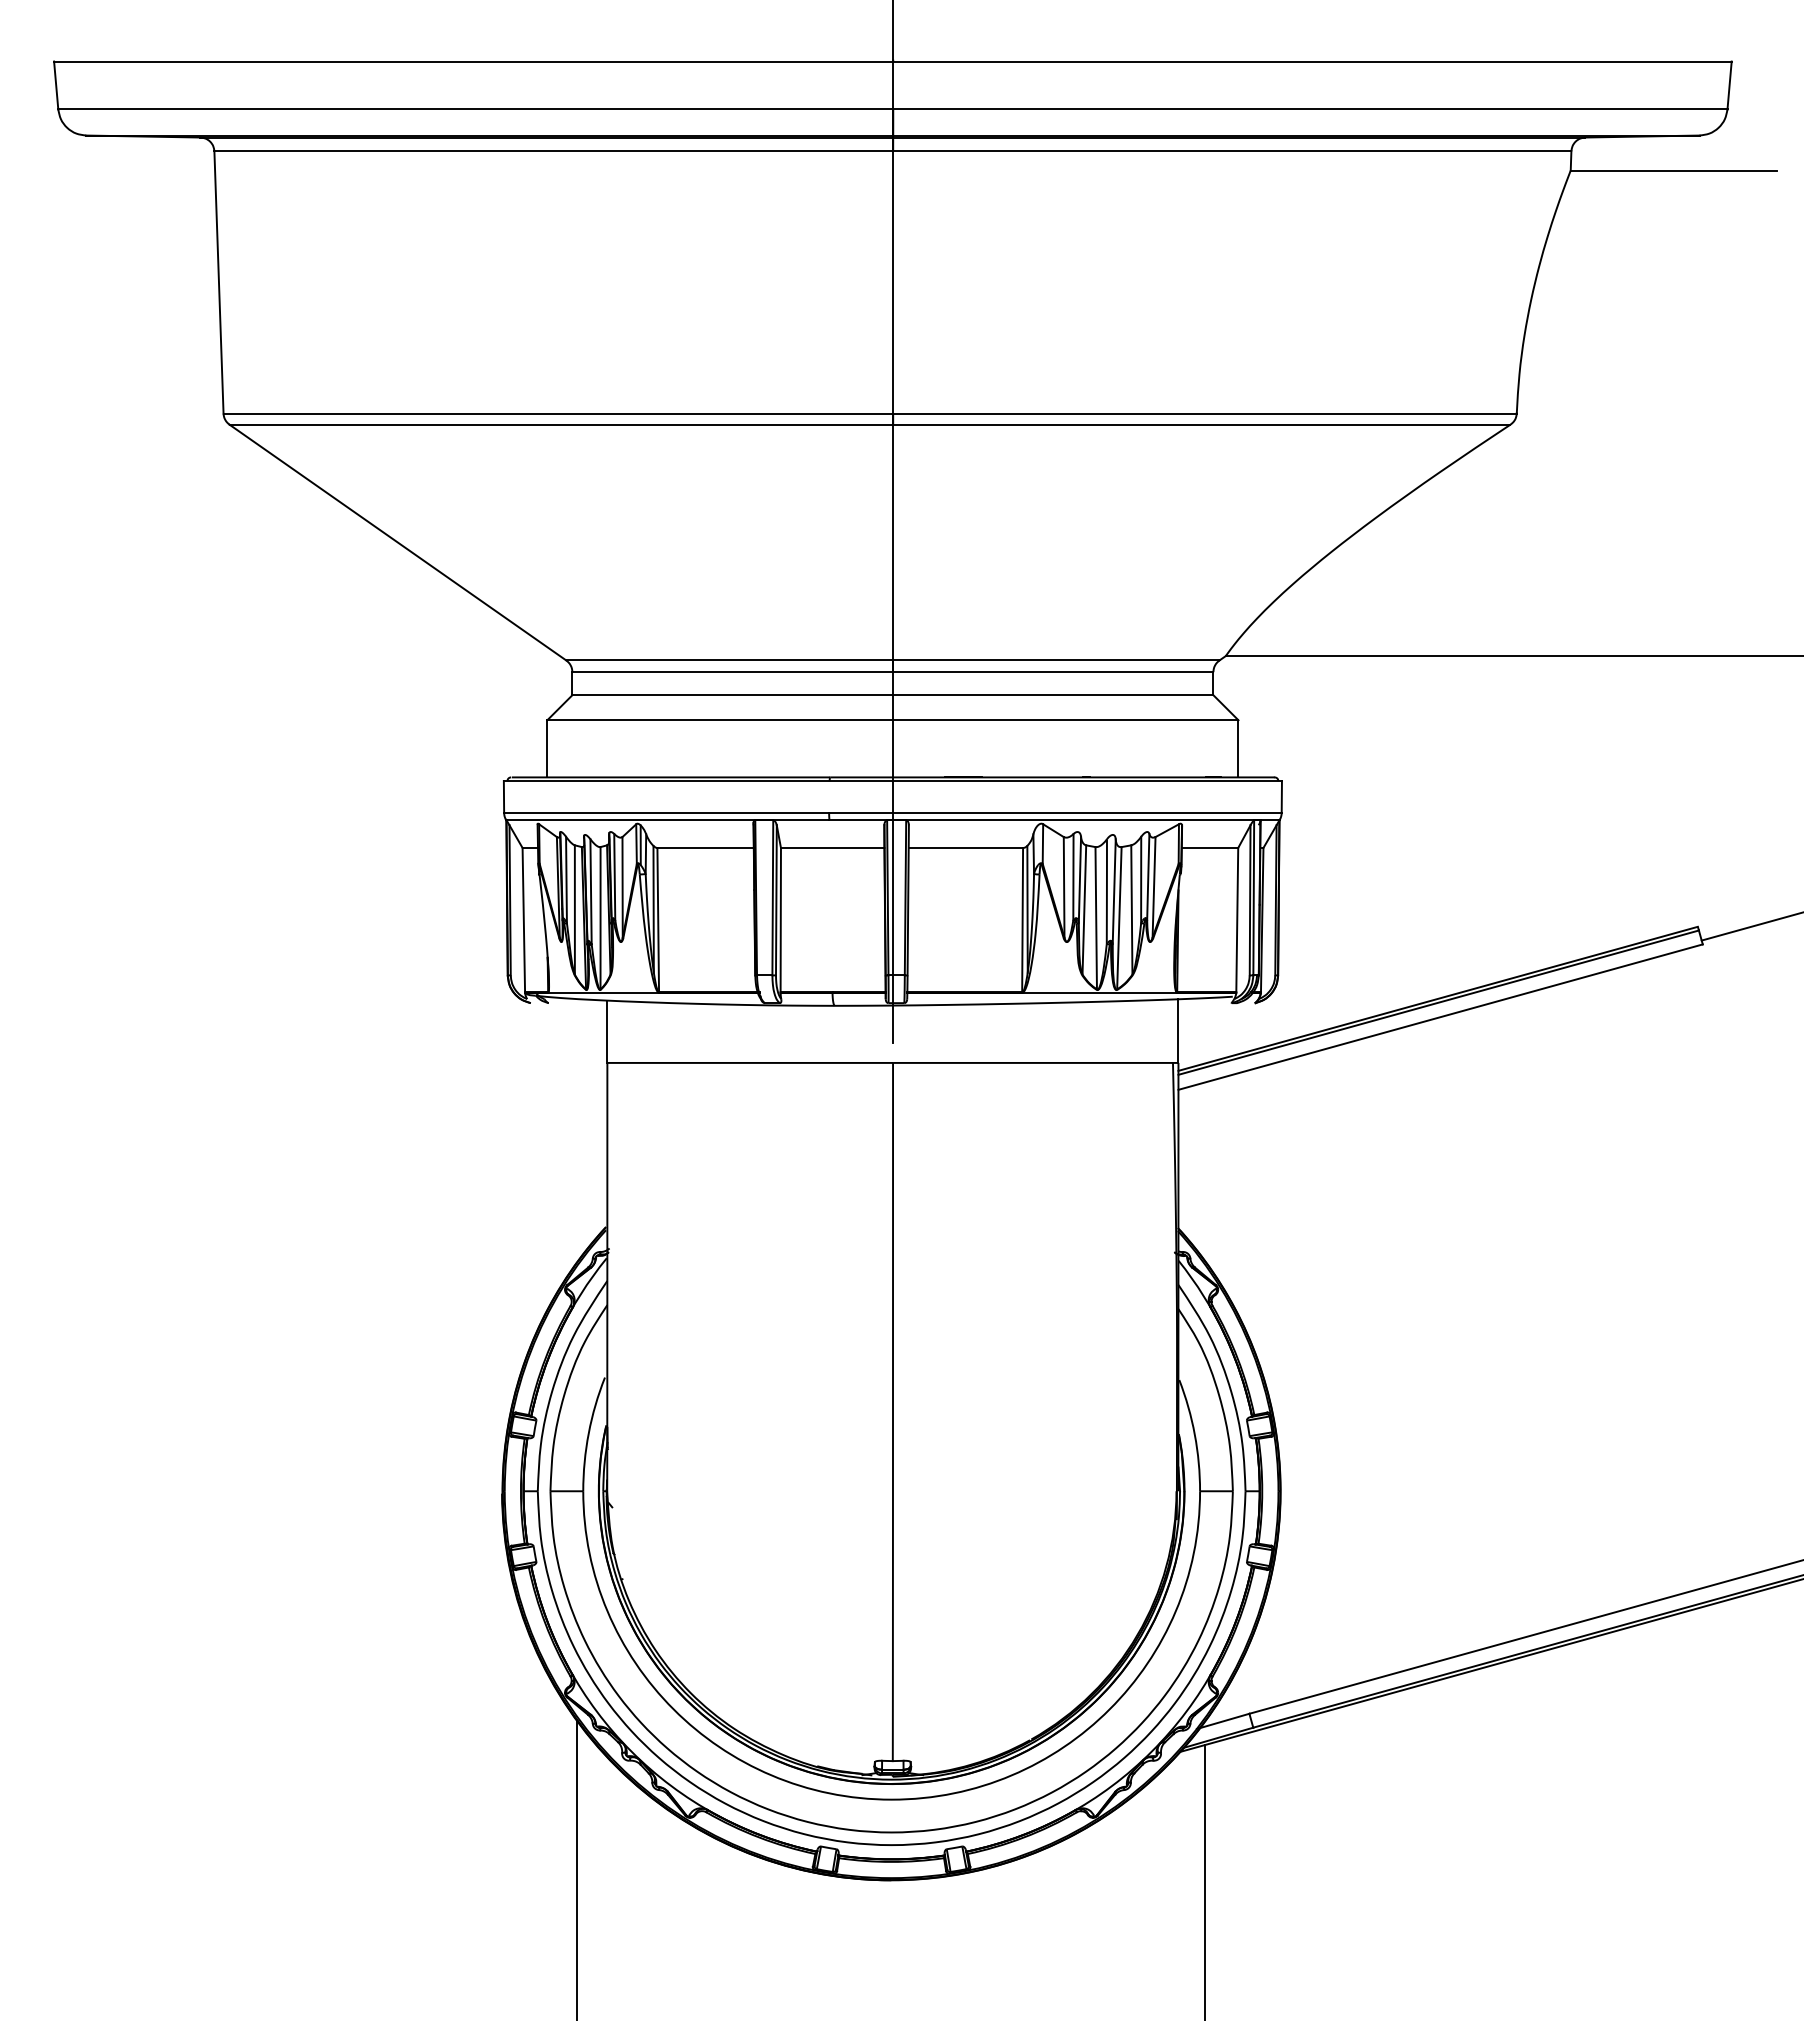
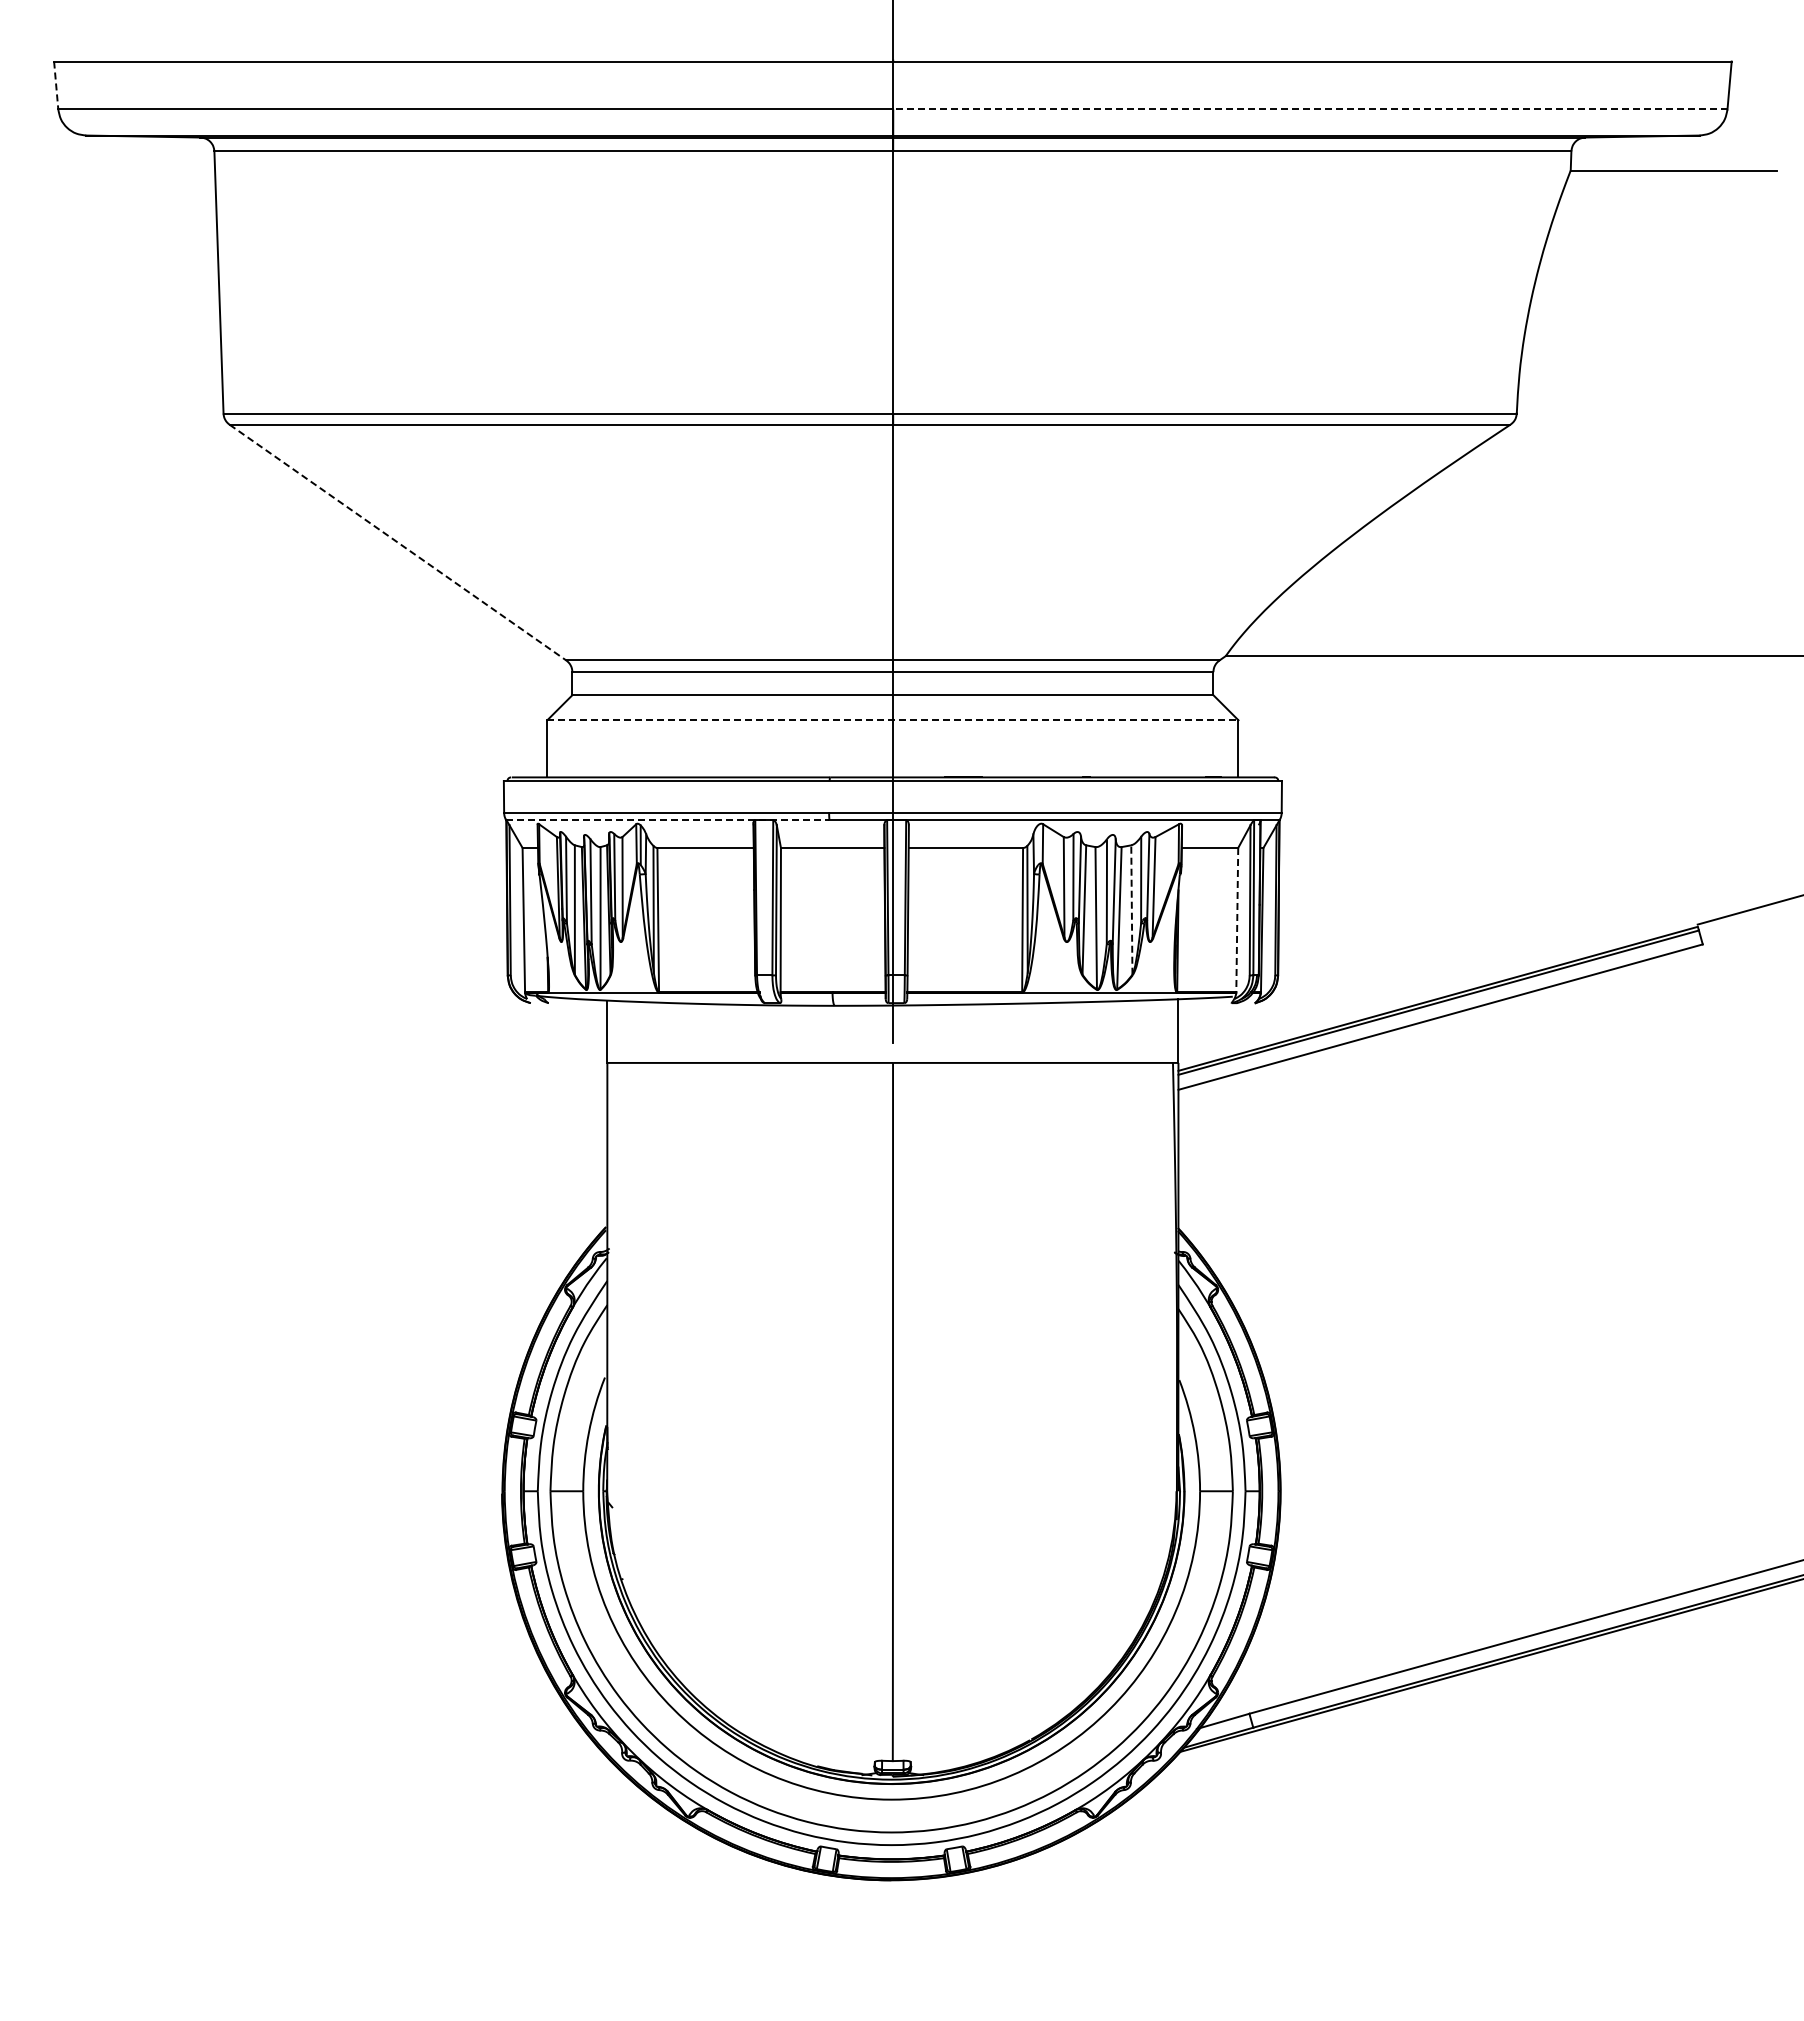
line at (56, 86): solid -> dashed
line at (1309, 109): solid -> dashed
line at (398, 542): solid -> dashed
line at (892, 720): solid -> dashed
line at (667, 819): solid -> dashed
line at (1131, 910): solid -> dashed
line at (1237, 920): solid -> dashed
line at (1750, 926) position: (1750, 926) -> (1748, 909)
line at (576, 1868): present -> none
line at (1204, 1881): present -> none
